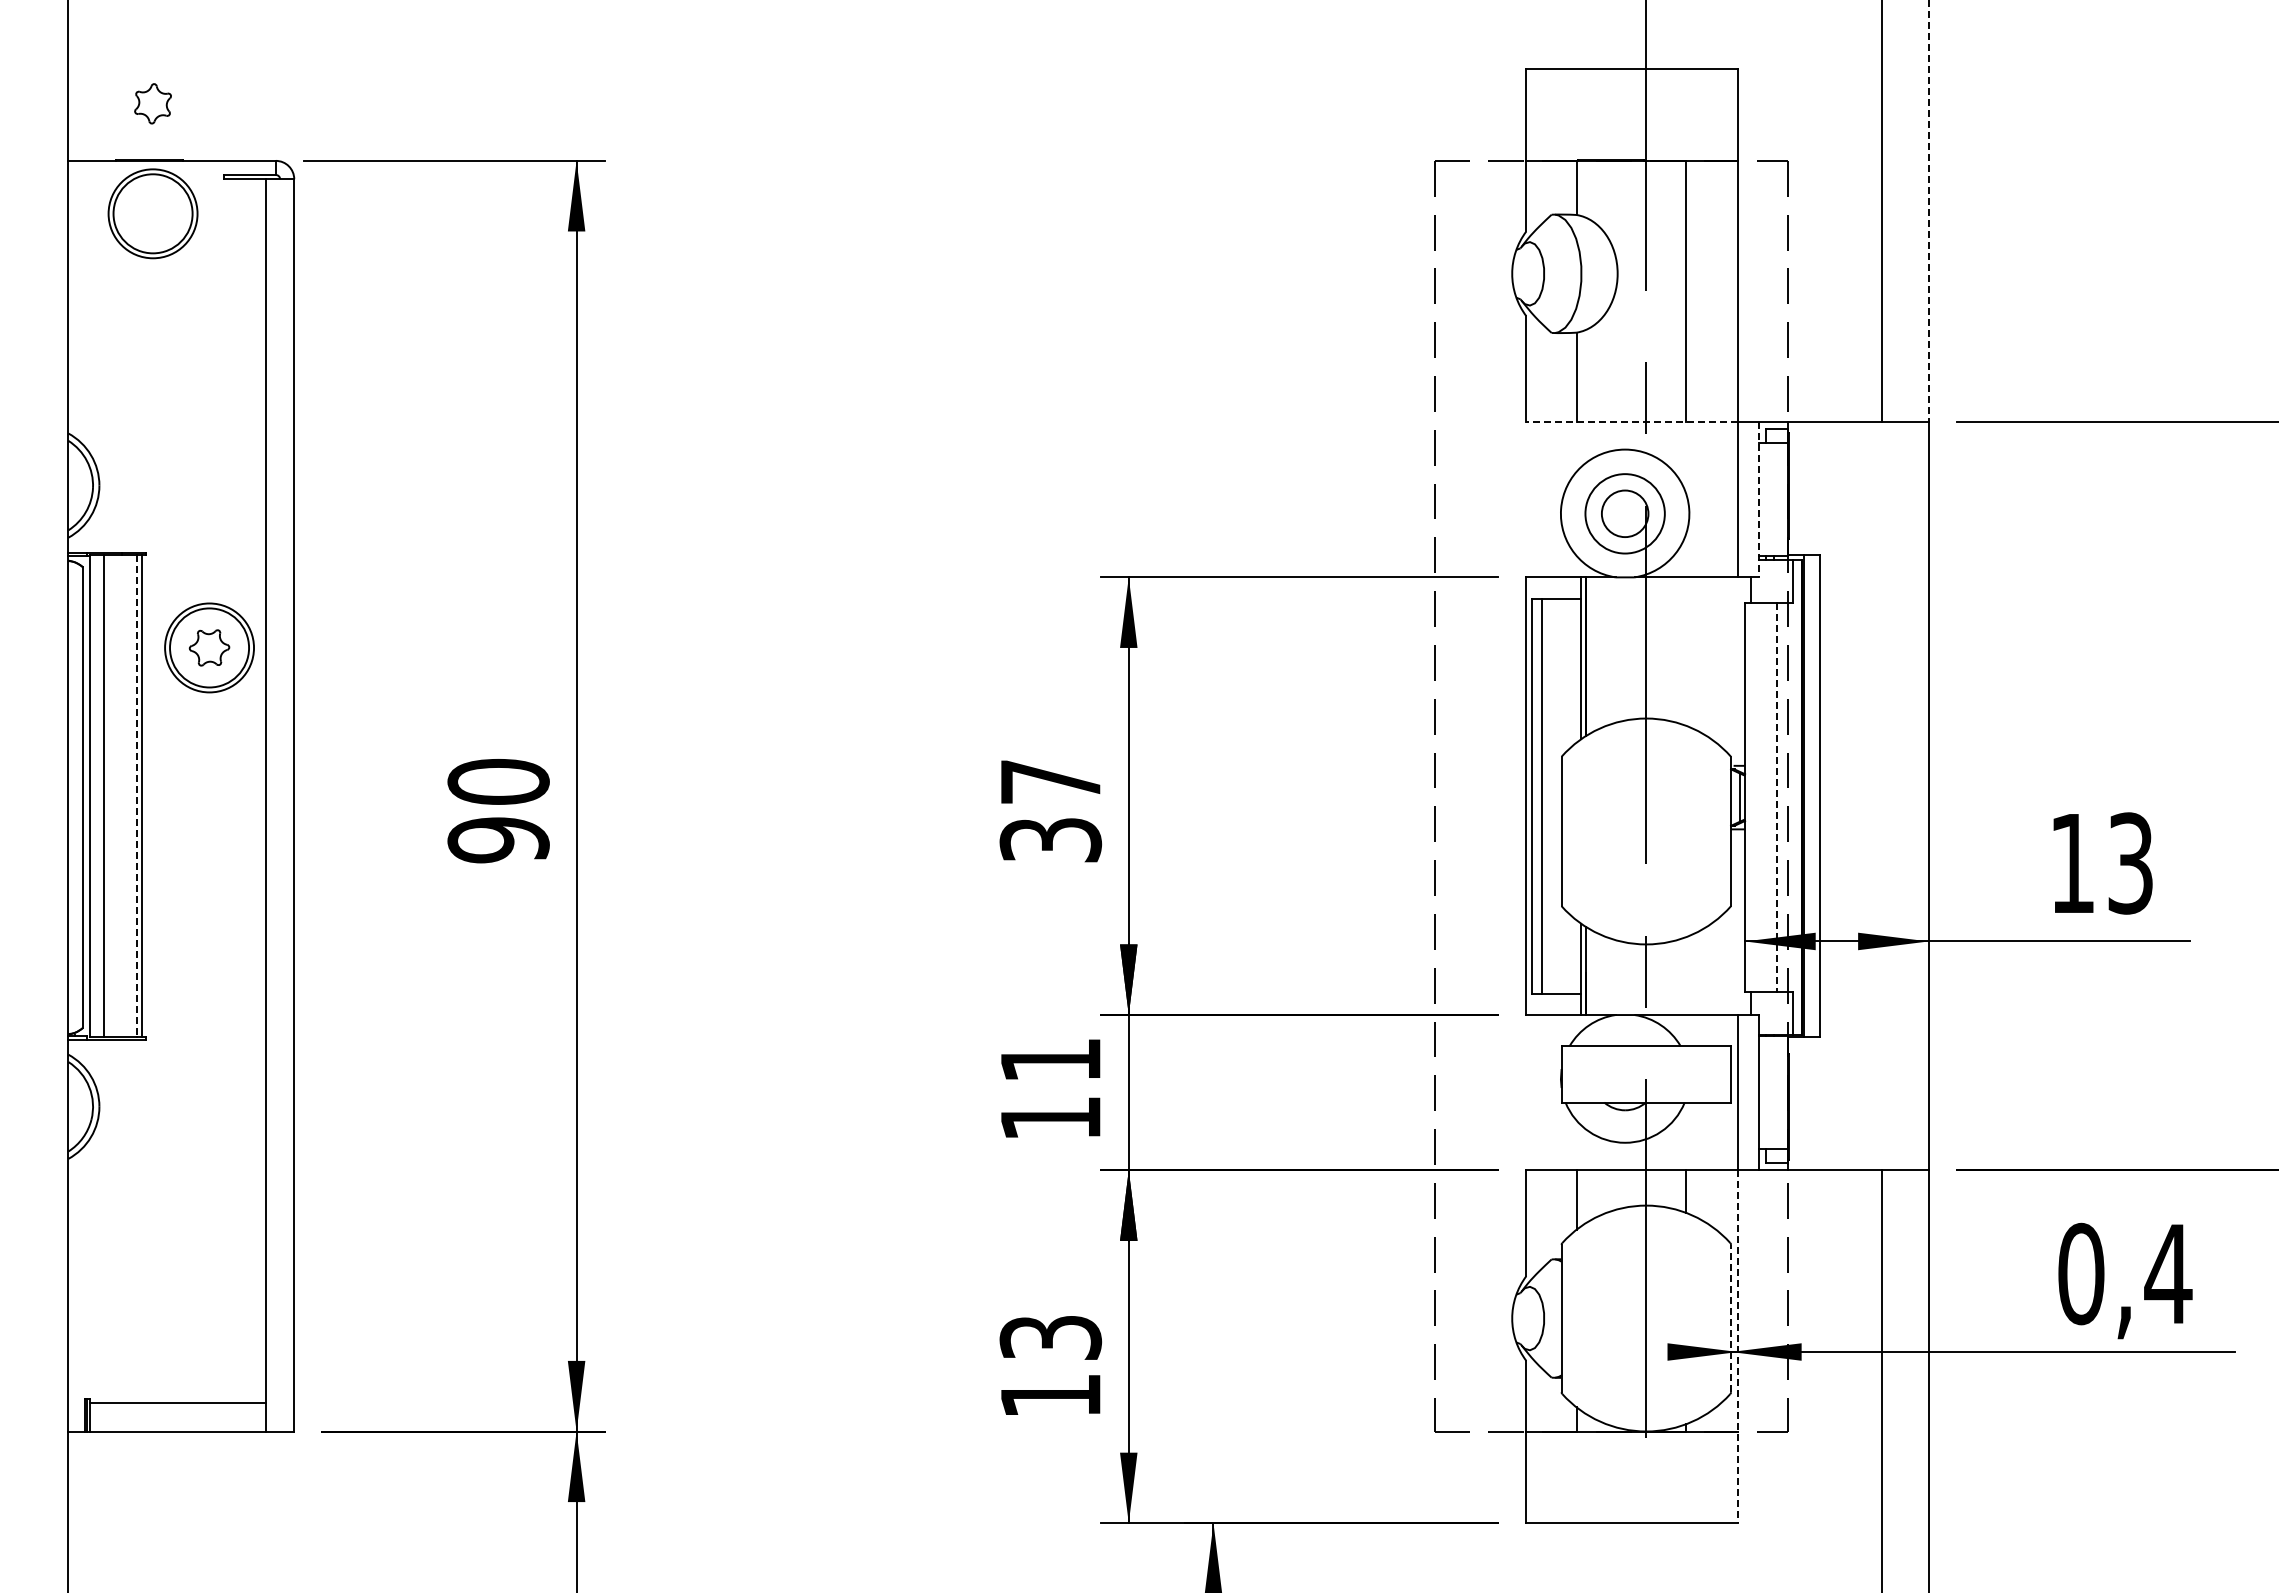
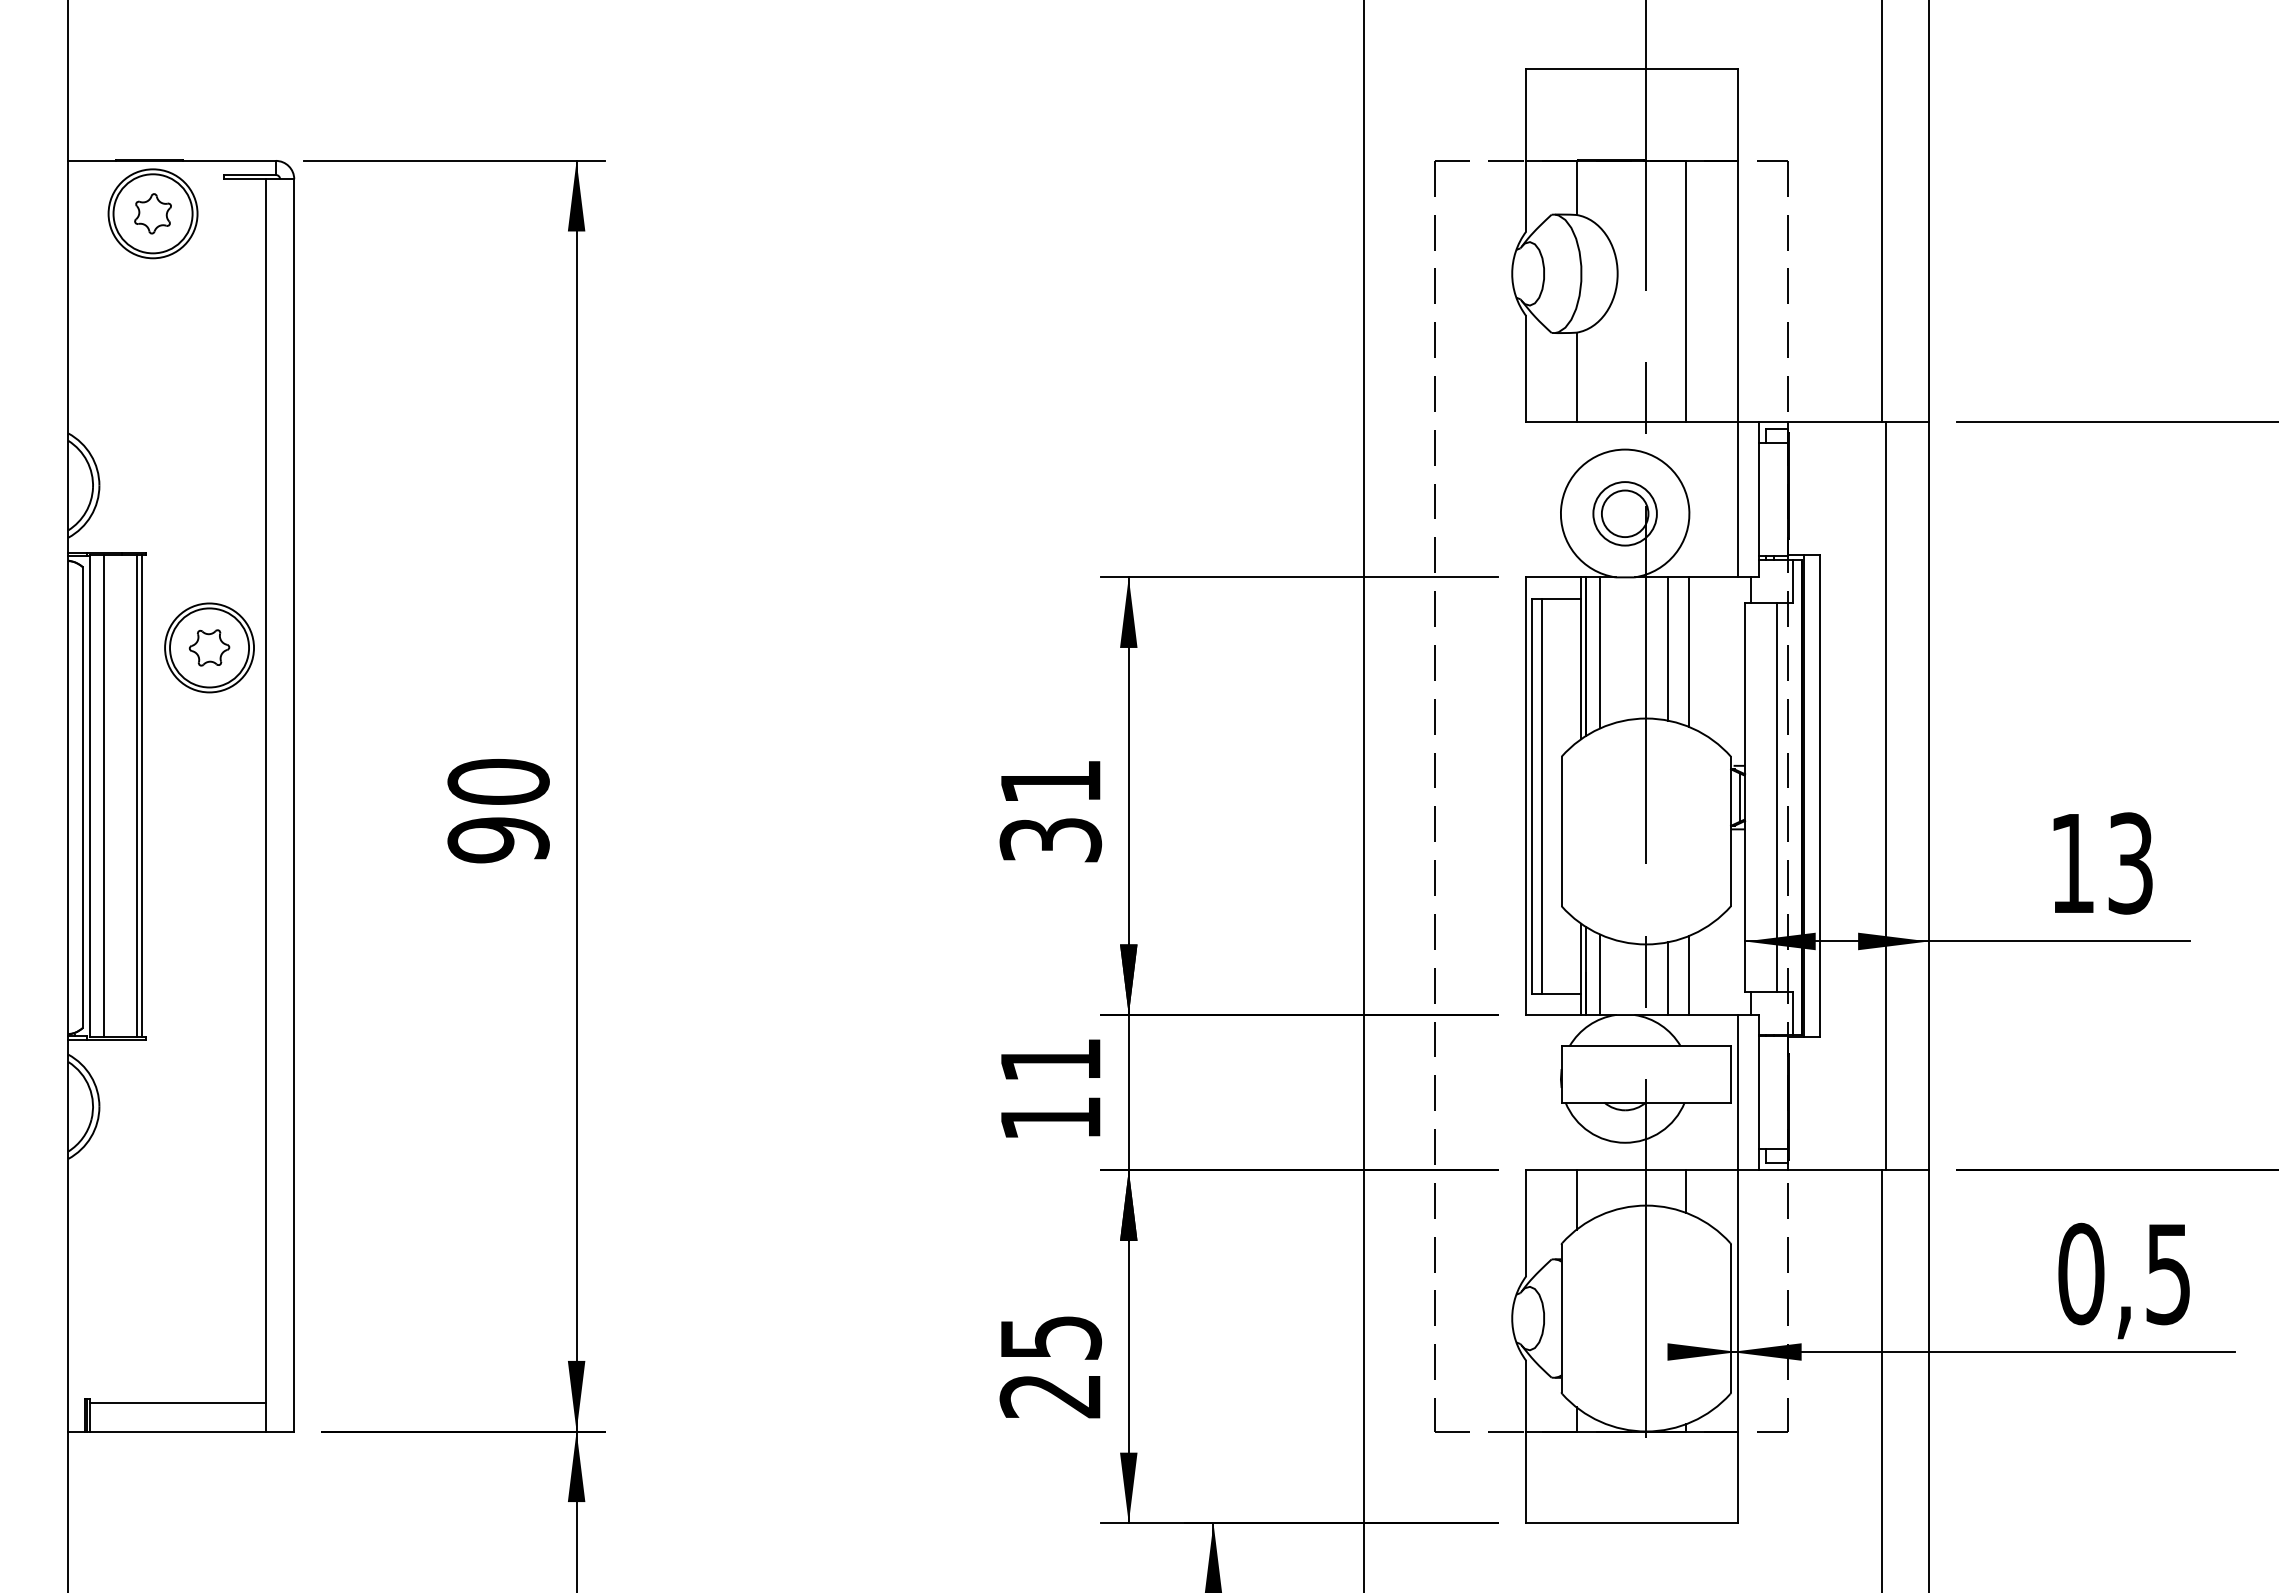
part at (152, 103) position: (152, 103) -> (152, 213)
line at (1928, 211): dashed -> solid
line at (1632, 422): dashed -> solid
line at (1759, 499): dashed -> solid
circle at (1624, 513) diameter: 79 px -> 64 px
line at (1668, 648): none -> present
line at (1688, 651): none -> present
line at (1600, 652): none -> present
text at (1050, 781): 37 -> 31
line at (1363, 795): none -> present
line at (136, 796): dashed -> solid
line at (1886, 796): none -> present
line at (1777, 797): dashed -> solid
line at (1600, 974): none -> present
line at (1688, 975): none -> present
line at (1668, 978): none -> present
text at (2168, 1274): 0,4 -> 0,5
line at (1731, 1318): dashed -> solid
line at (1738, 1347): dashed -> solid
text at (1050, 1367): 13 -> 25
